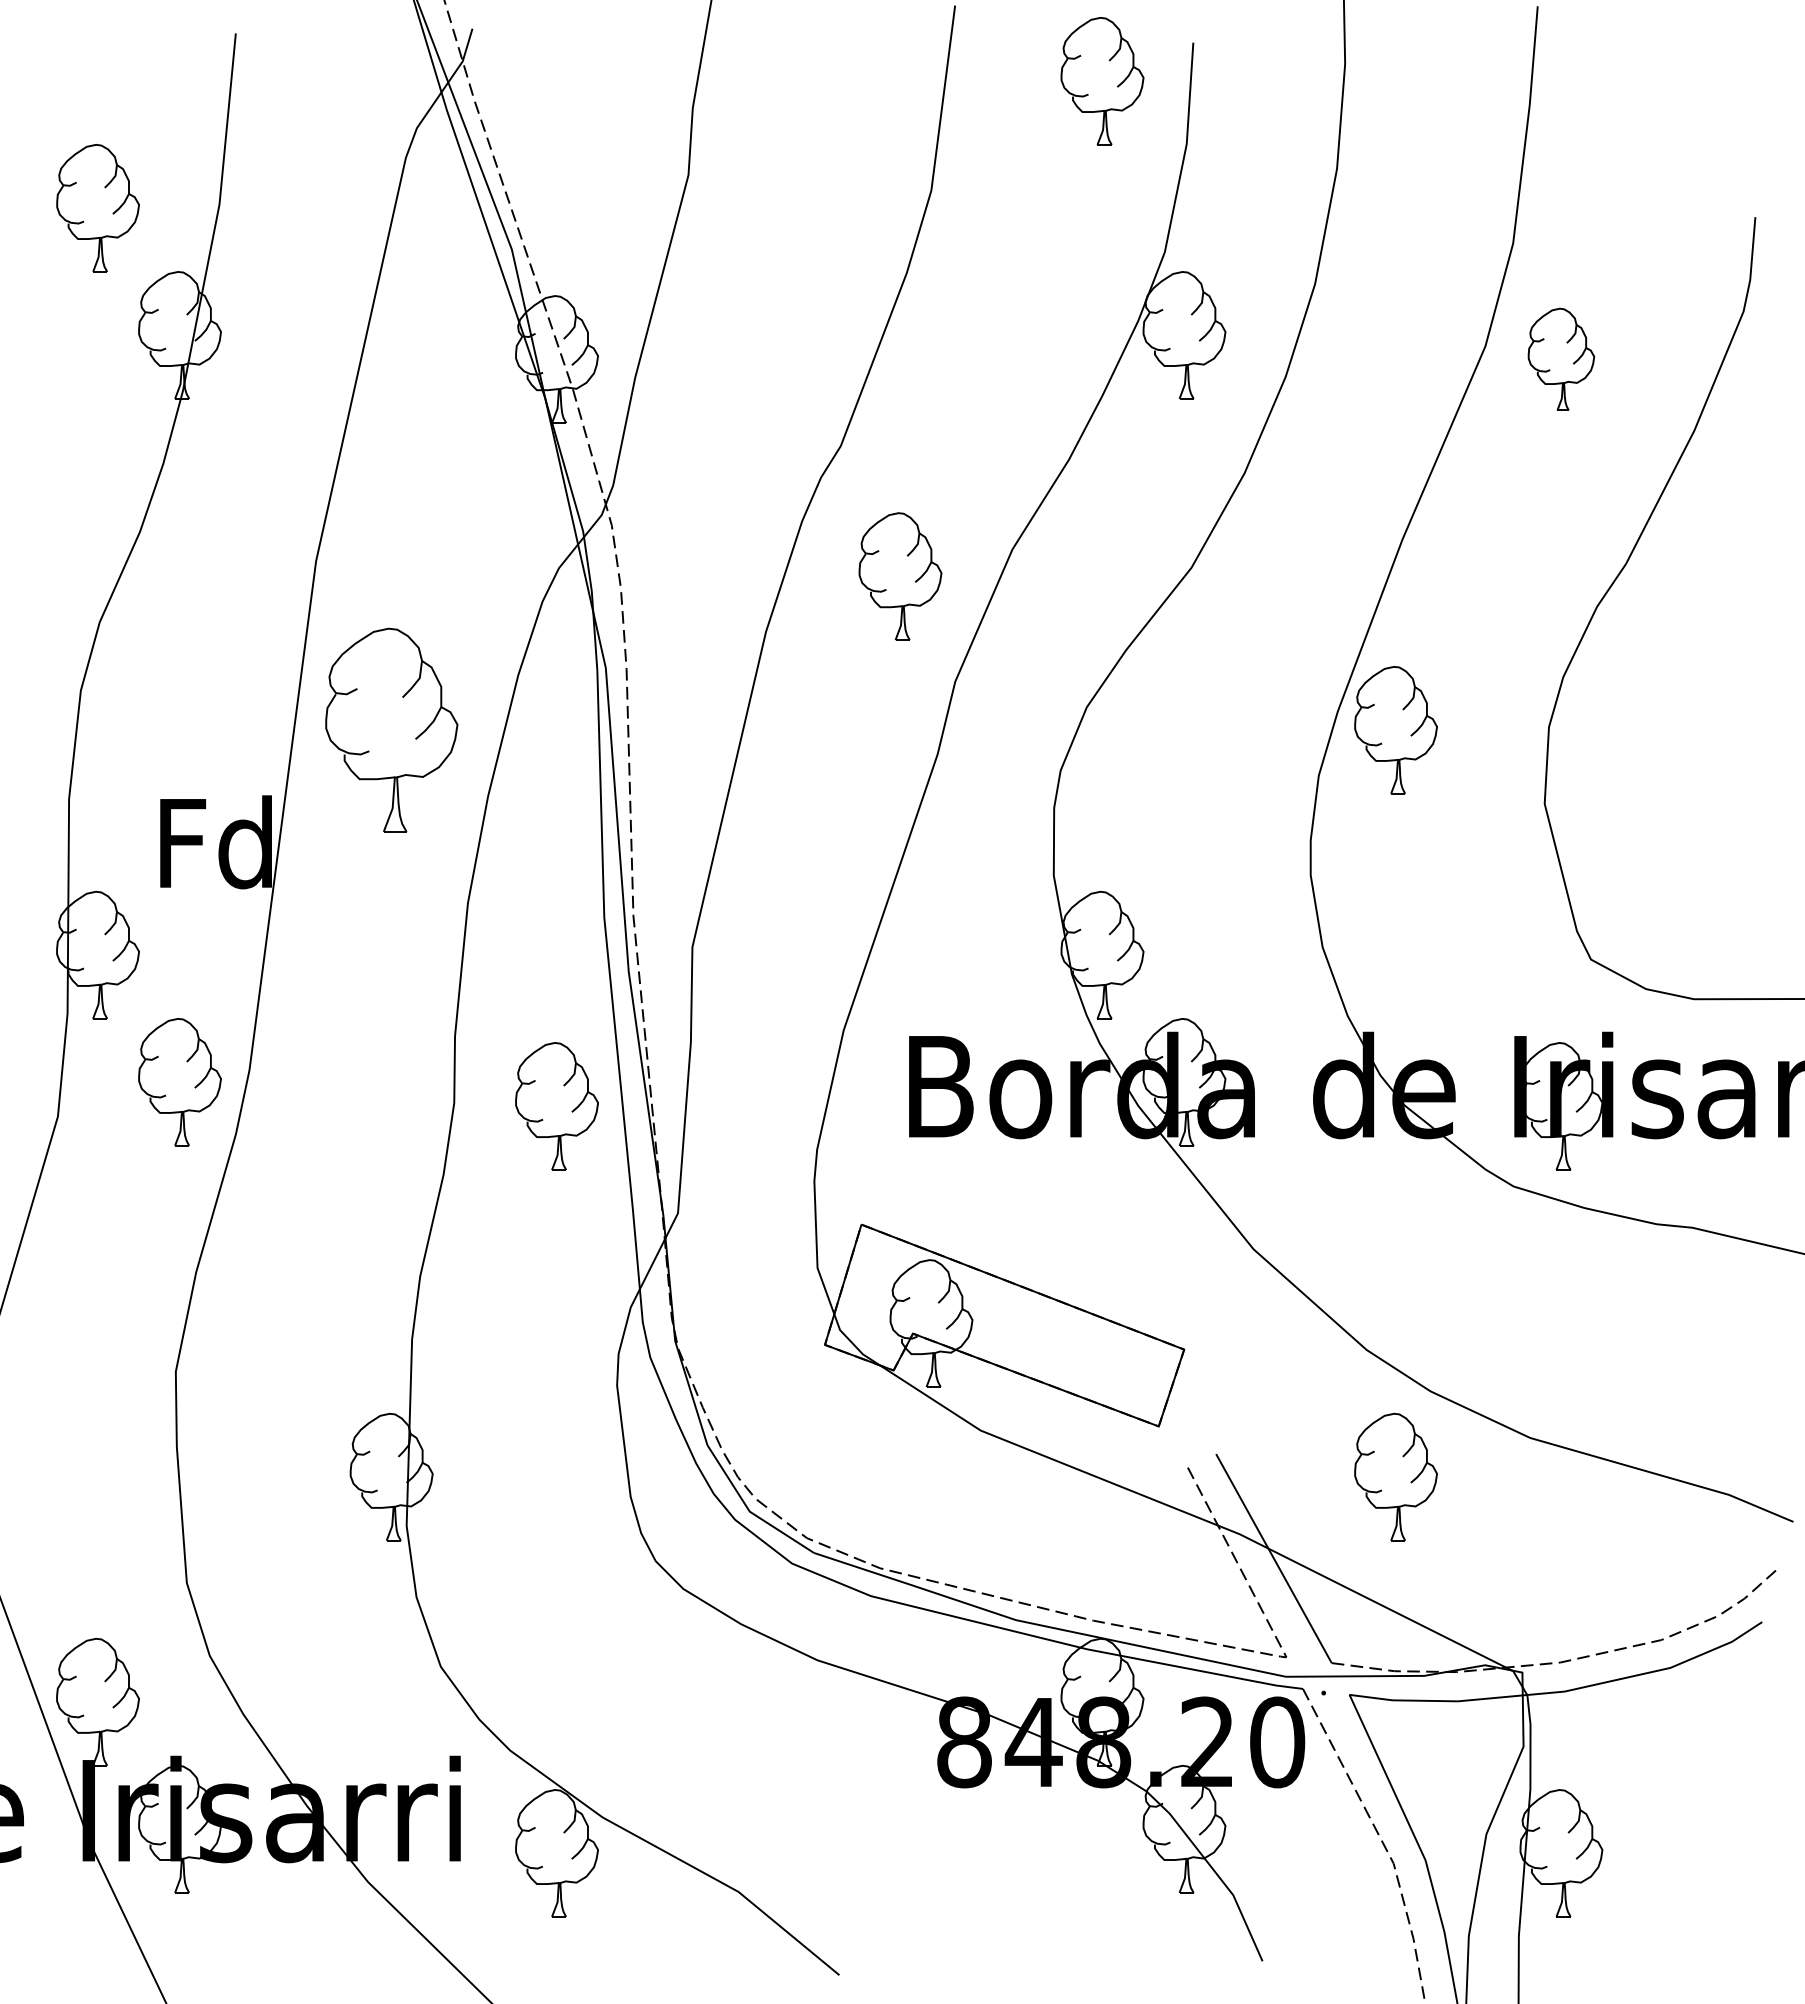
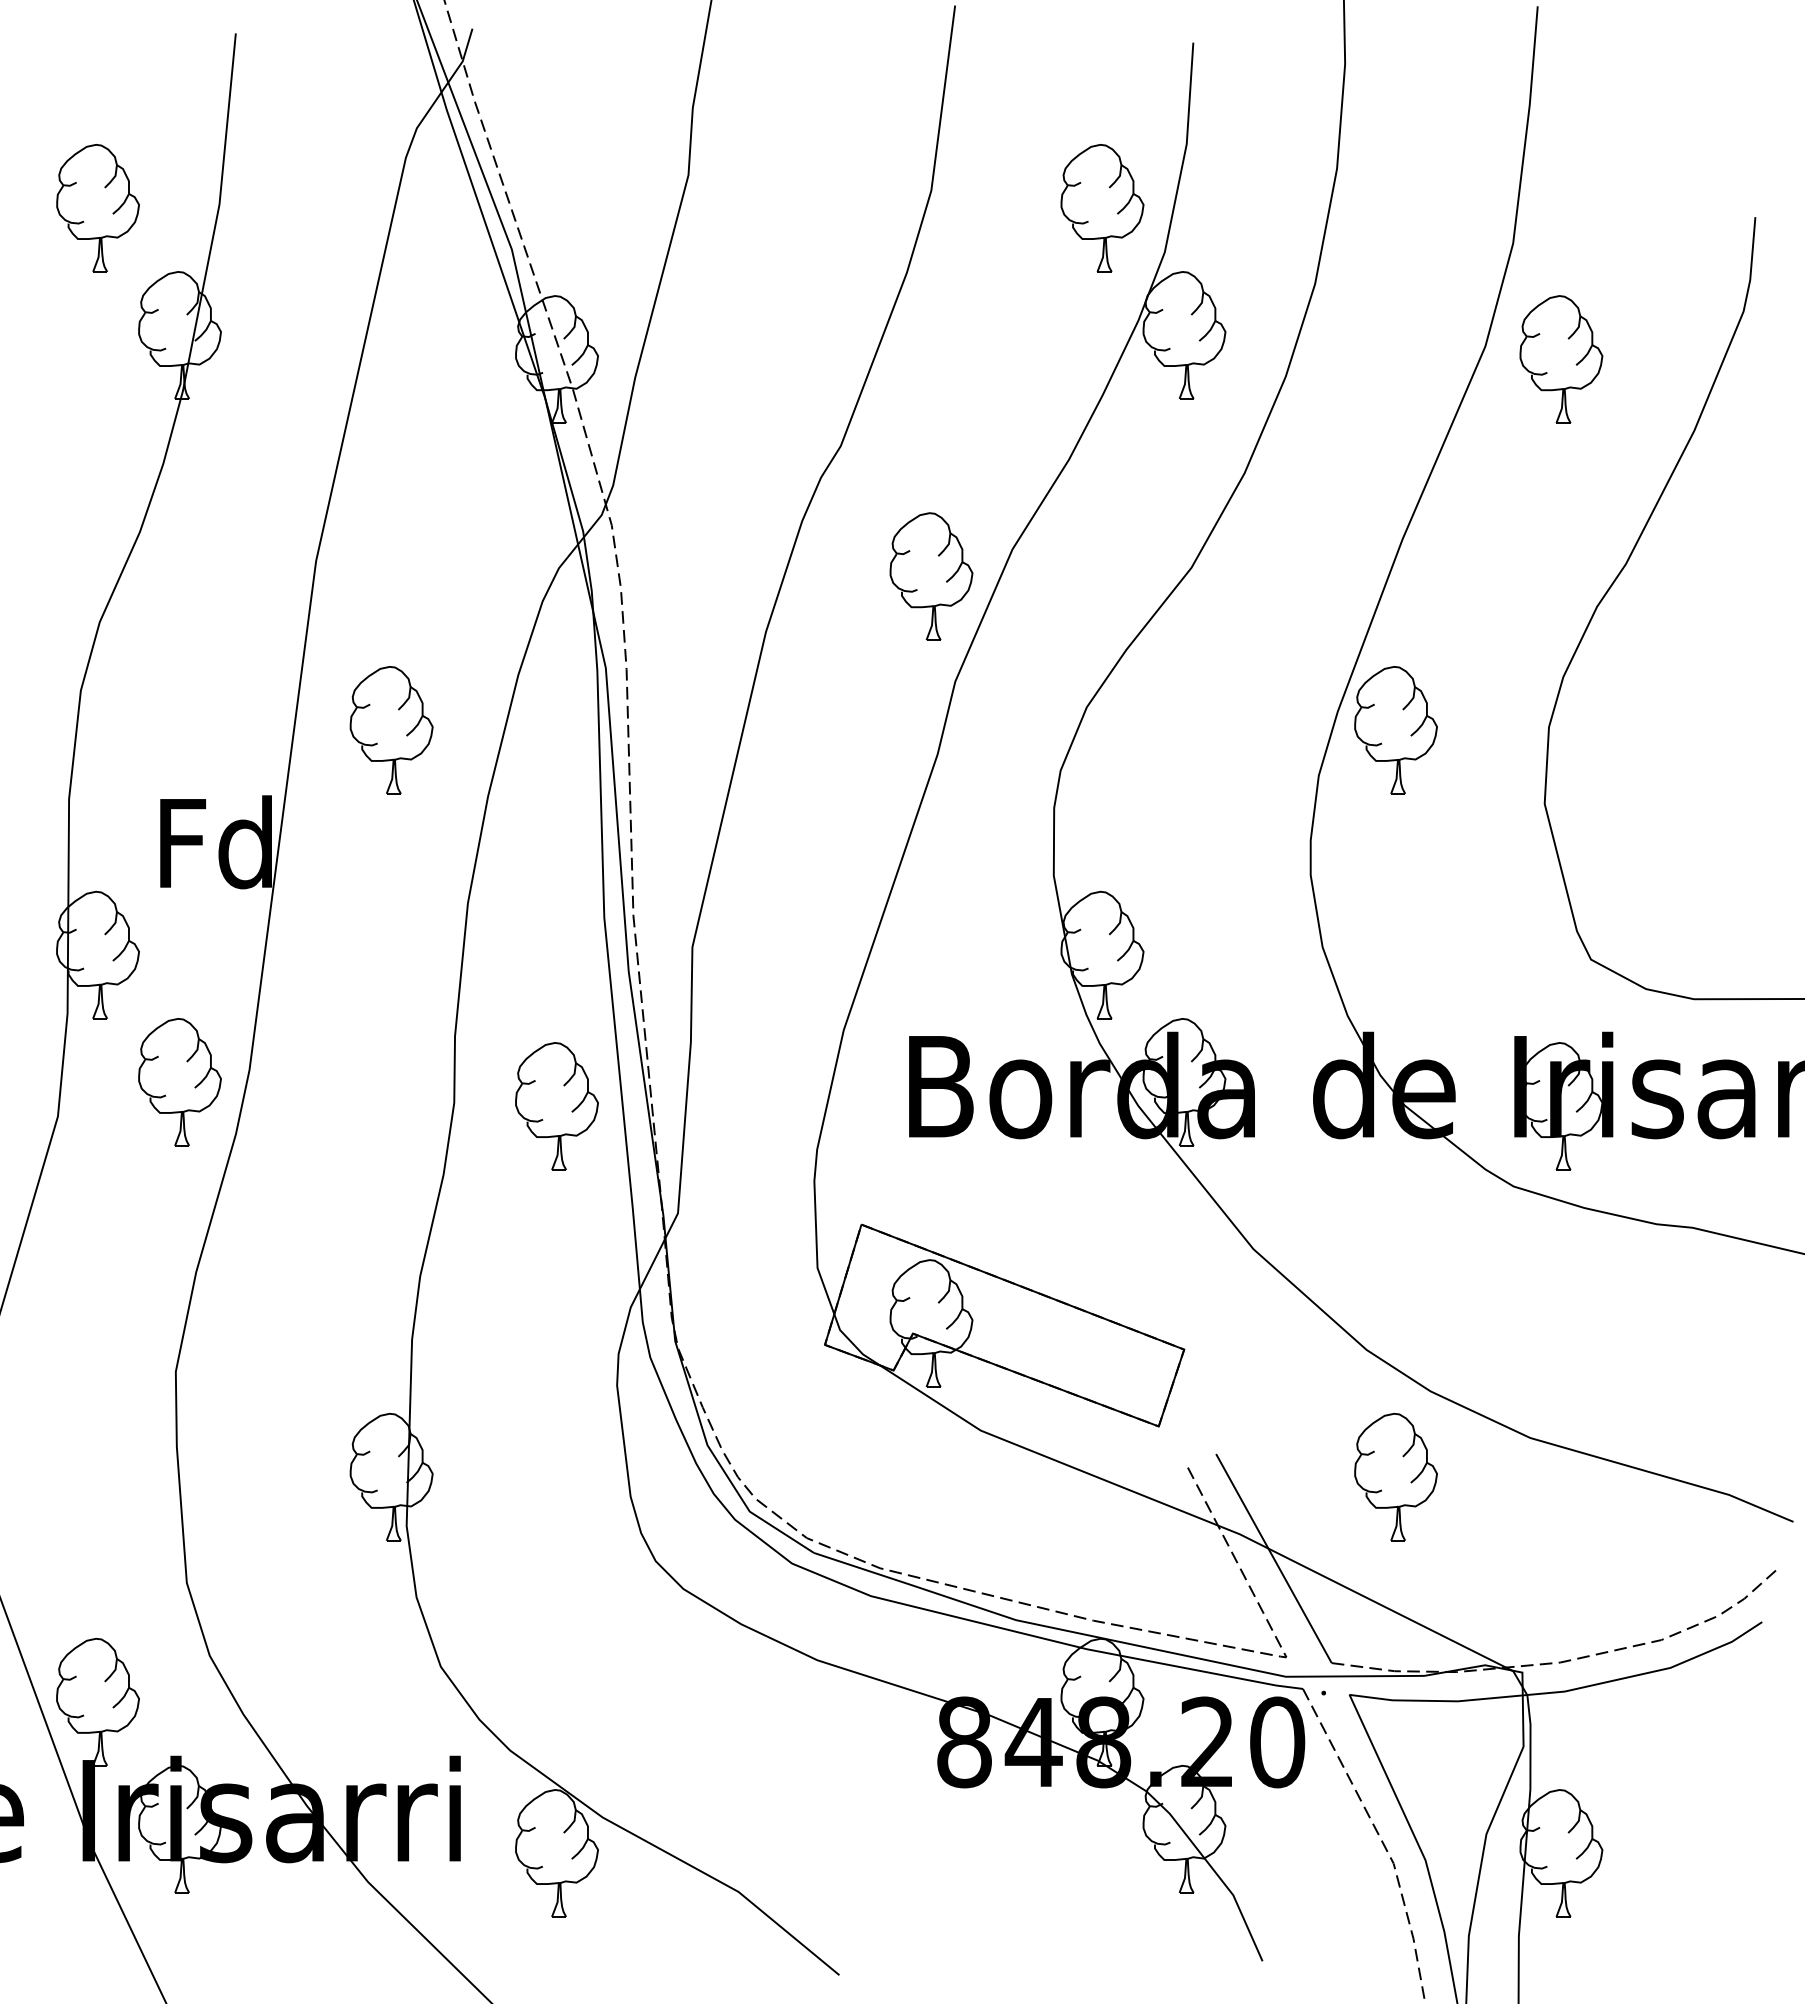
part at (1102, 81) position: (1102, 81) -> (1102, 208)
part at (1561, 358) size: 69x104 px -> 85x129 px
part at (900, 576) position: (900, 576) -> (931, 576)
part at (391, 729) size: 134x206 px -> 85x129 px
